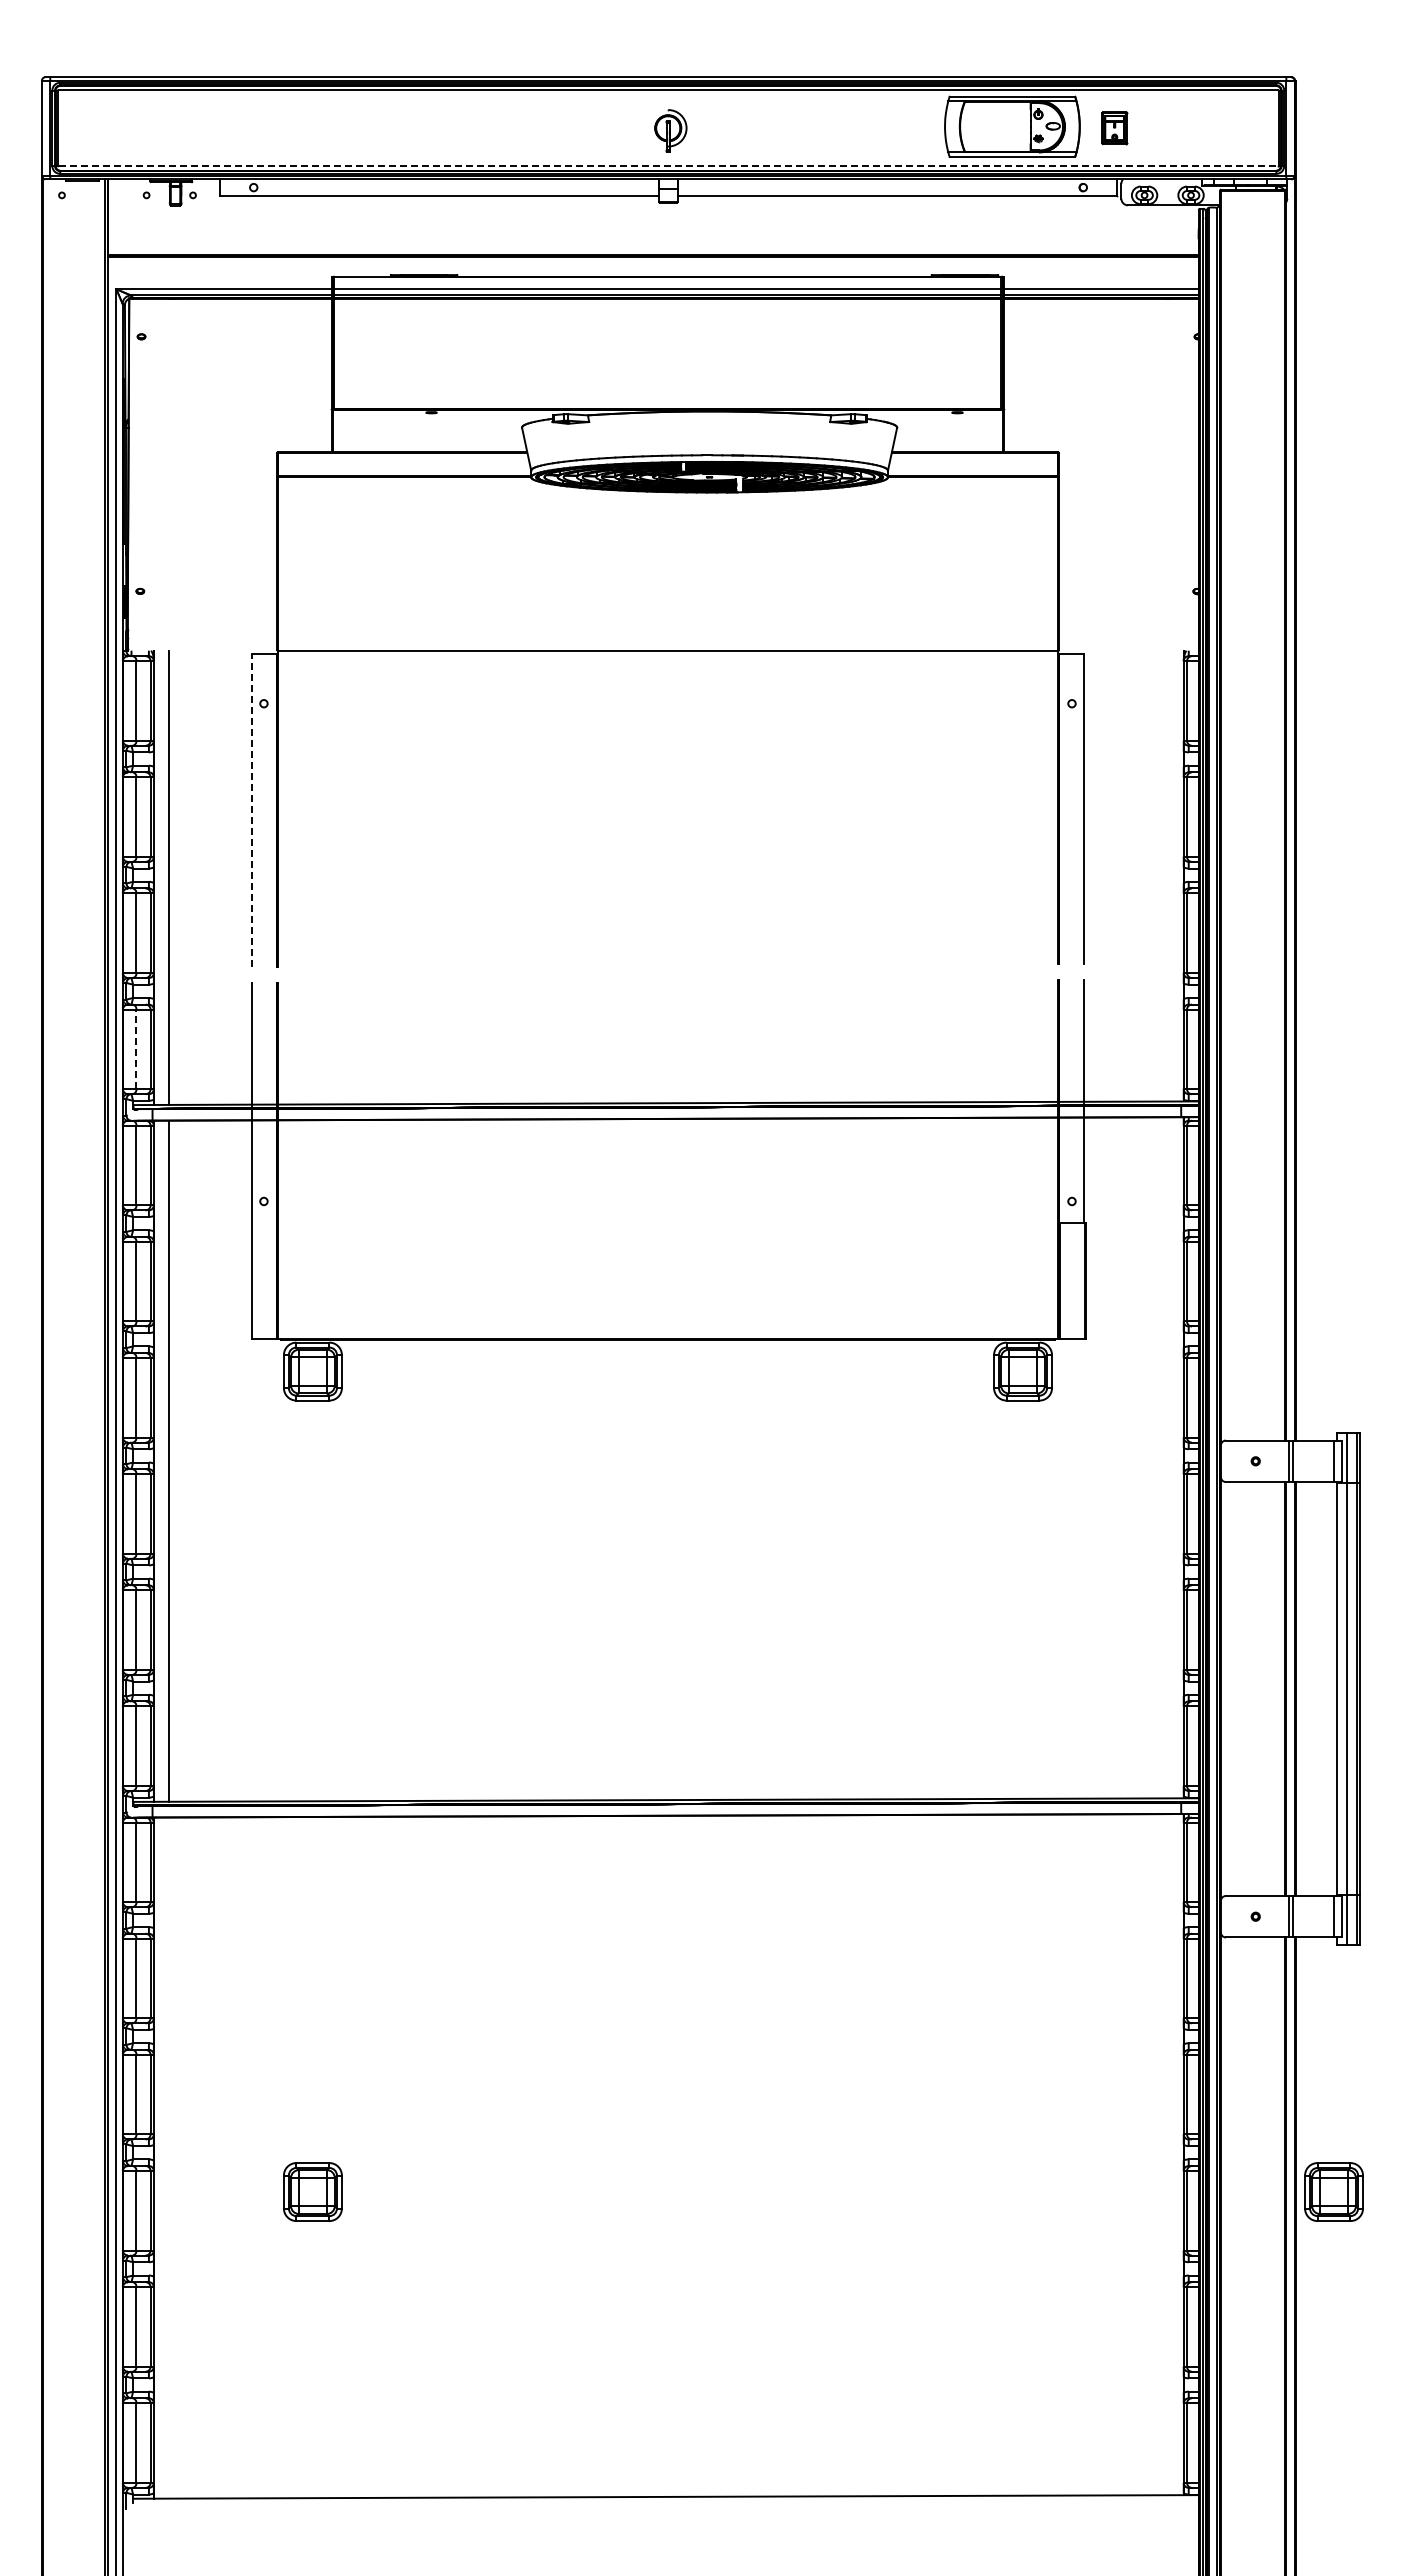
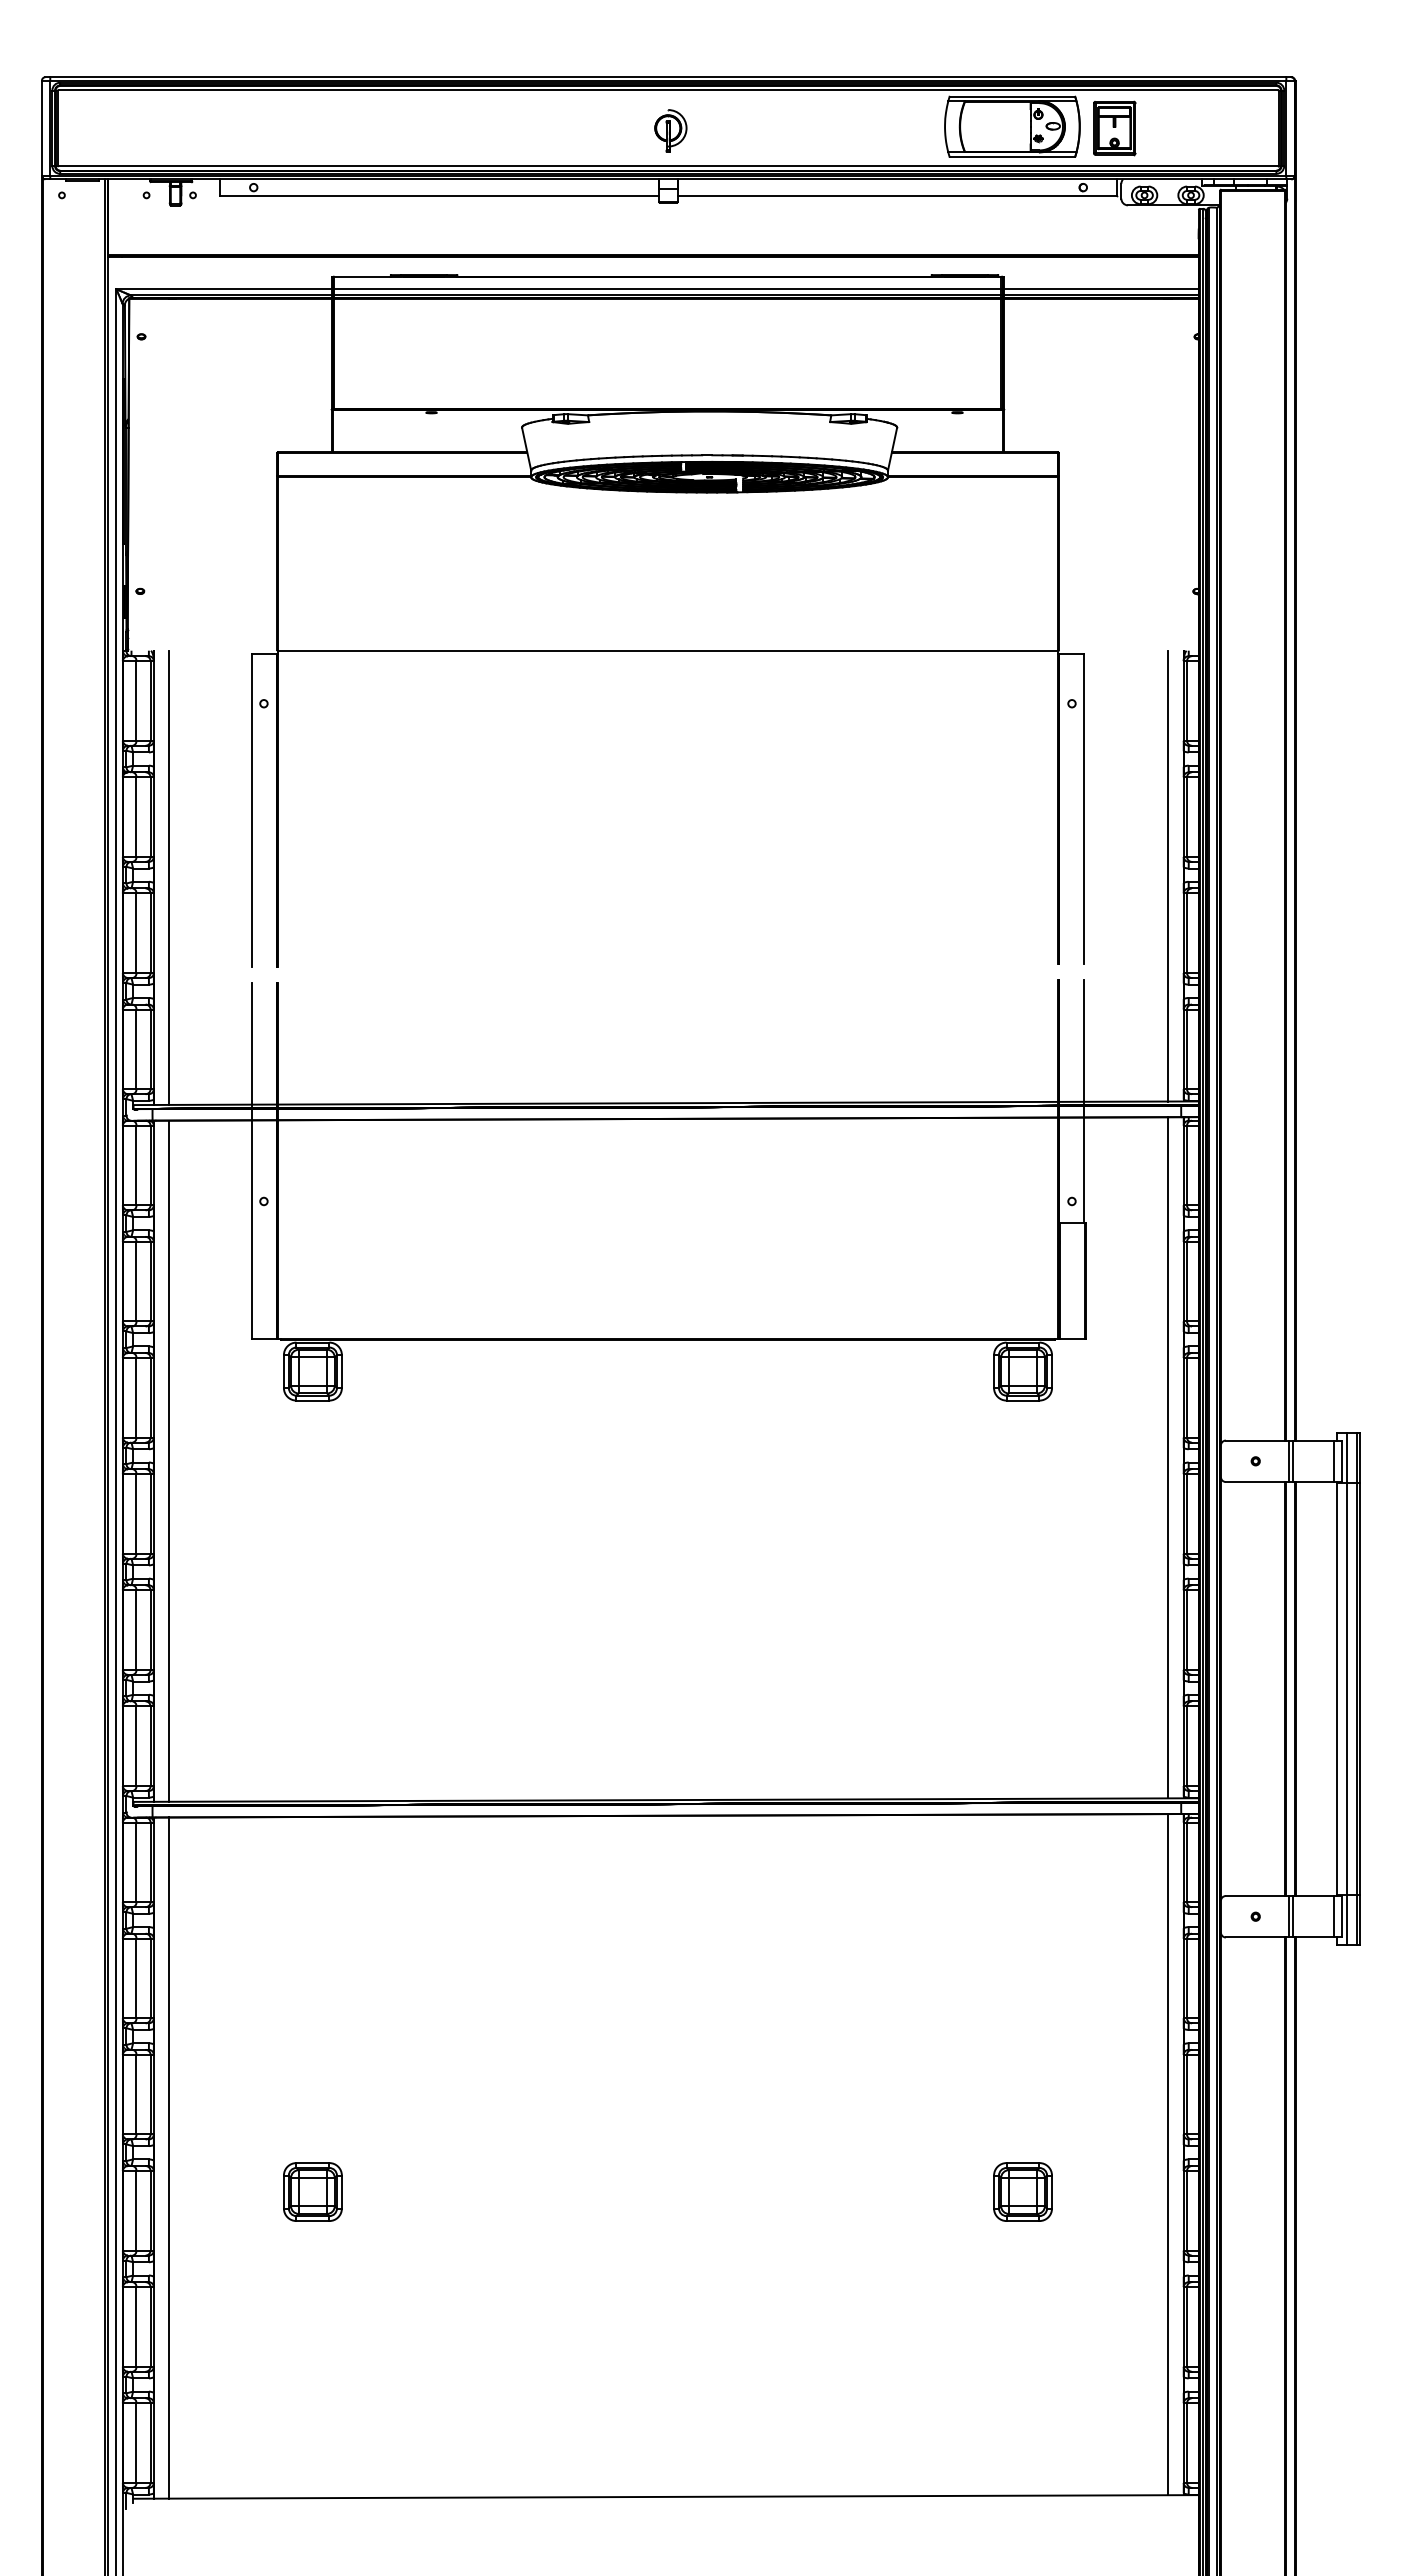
part at (1114, 128) size: 28x35 px -> 44x57 px
line at (668, 166): dashed -> solid
line at (252, 810): dashed -> solid
line at (1168, 875): none -> present
line at (136, 1049): dashed -> solid
line at (1168, 1457): none -> present
line at (1168, 2154): none -> present
line at (169, 2157): none -> present
part at (1333, 2191) position: (1333, 2191) -> (1022, 2191)
